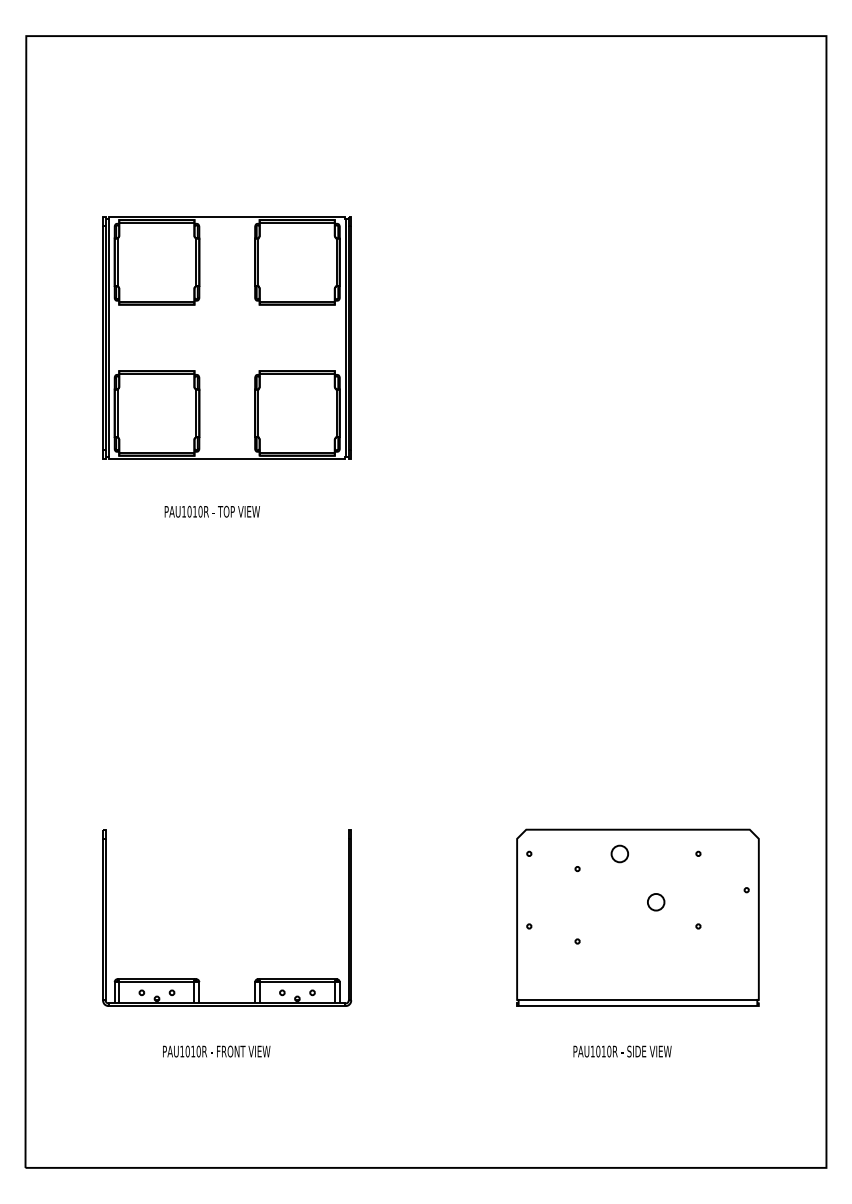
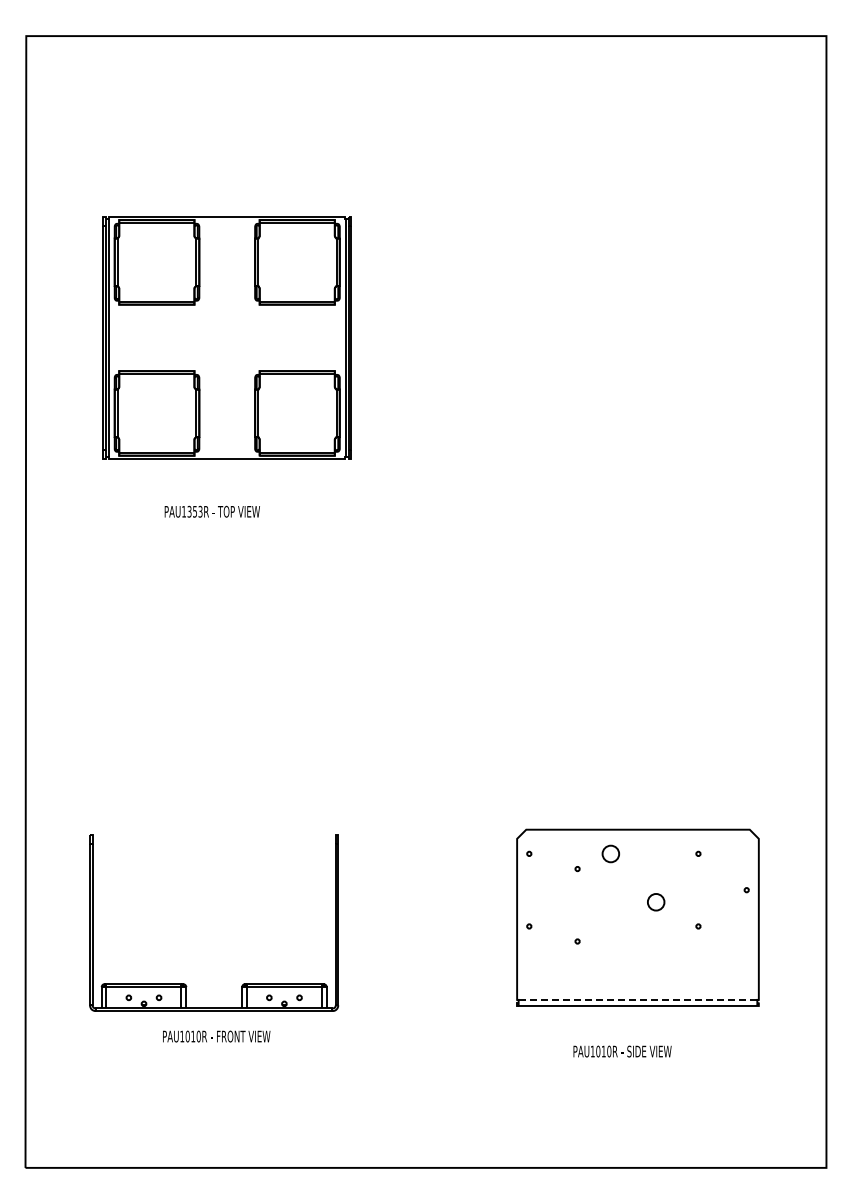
text at (194, 511): PAU1010R -> PAU1353R
circle at (619, 853) position: (619, 853) -> (610, 853)
part at (256, 978) position: (256, 978) -> (243, 983)
line at (638, 1000): solid -> dashed
text at (216, 1051) position: (216, 1051) -> (216, 1036)
